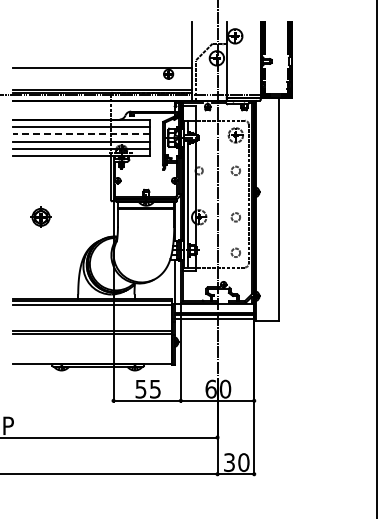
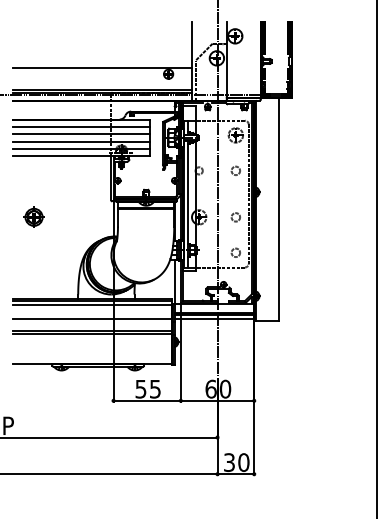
line at (81, 134): dashed -> solid
part at (40, 216) position: (40, 216) -> (33, 216)
line at (92, 318): none -> present
